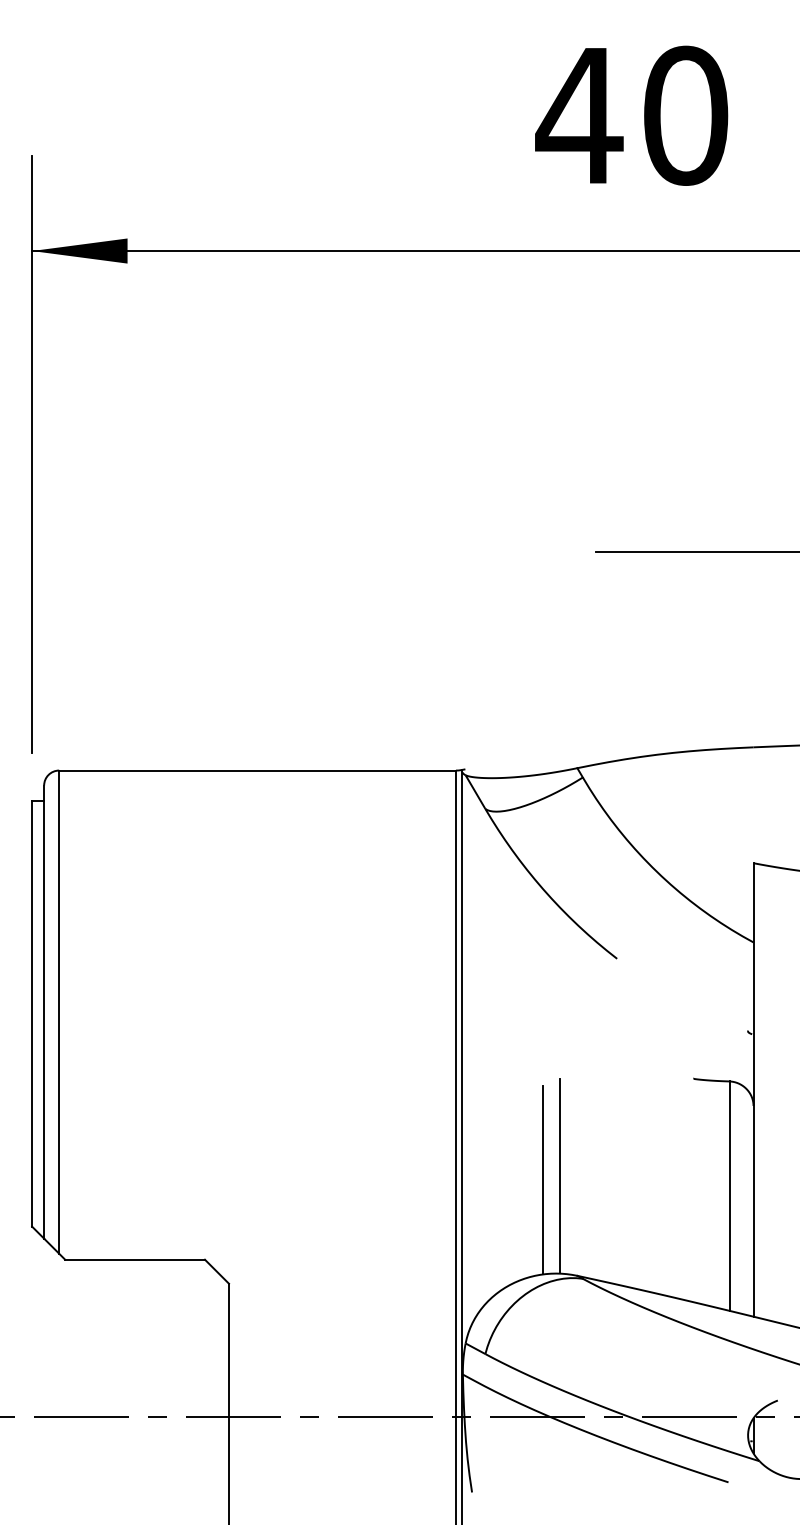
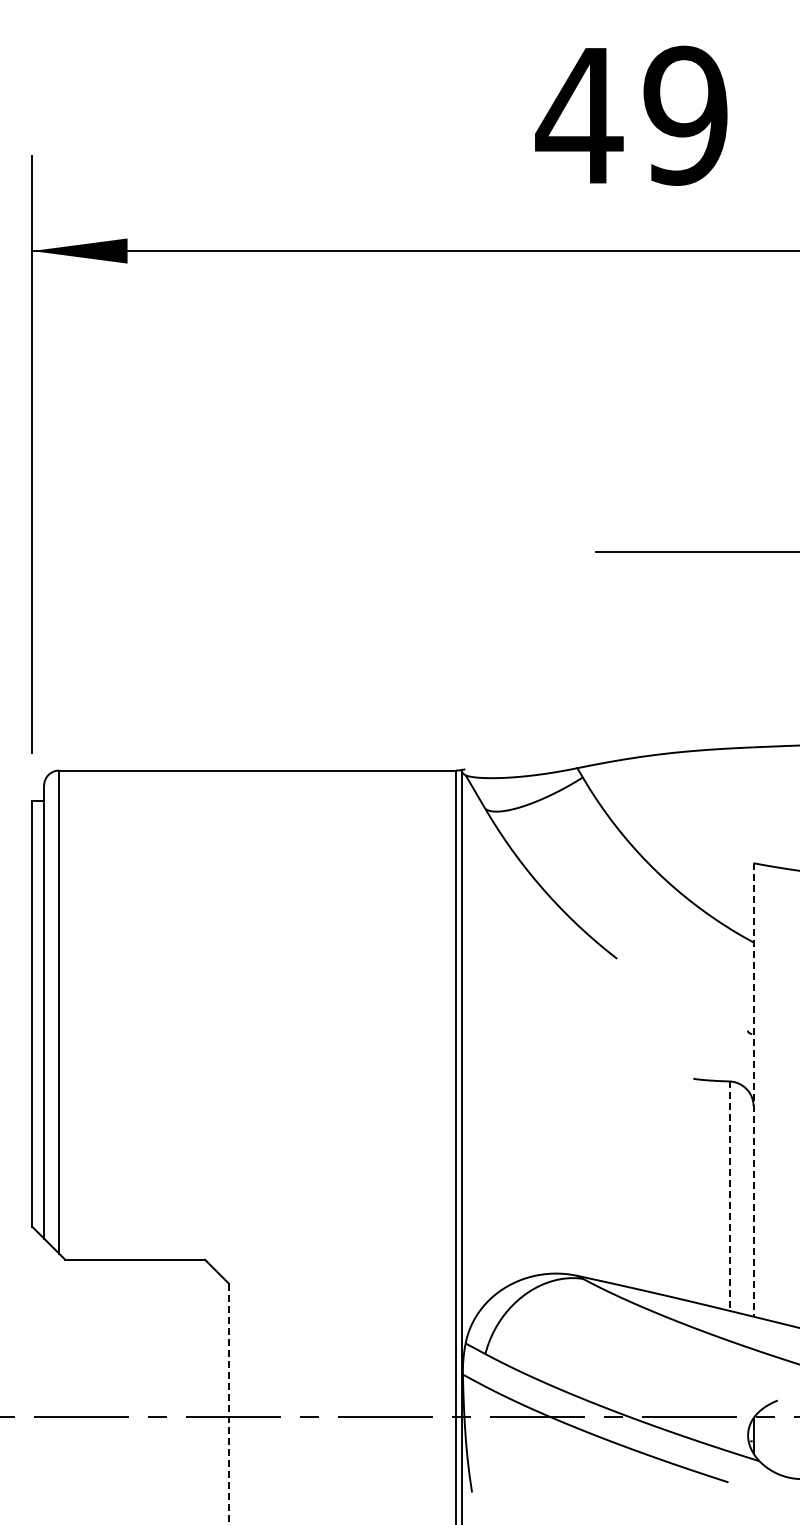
text at (685, 115): 40 -> 49
line at (753, 1089): solid -> dashed
line at (560, 1175): present -> none
line at (543, 1180): present -> none
line at (729, 1196): solid -> dashed
line at (229, 1404): solid -> dashed
